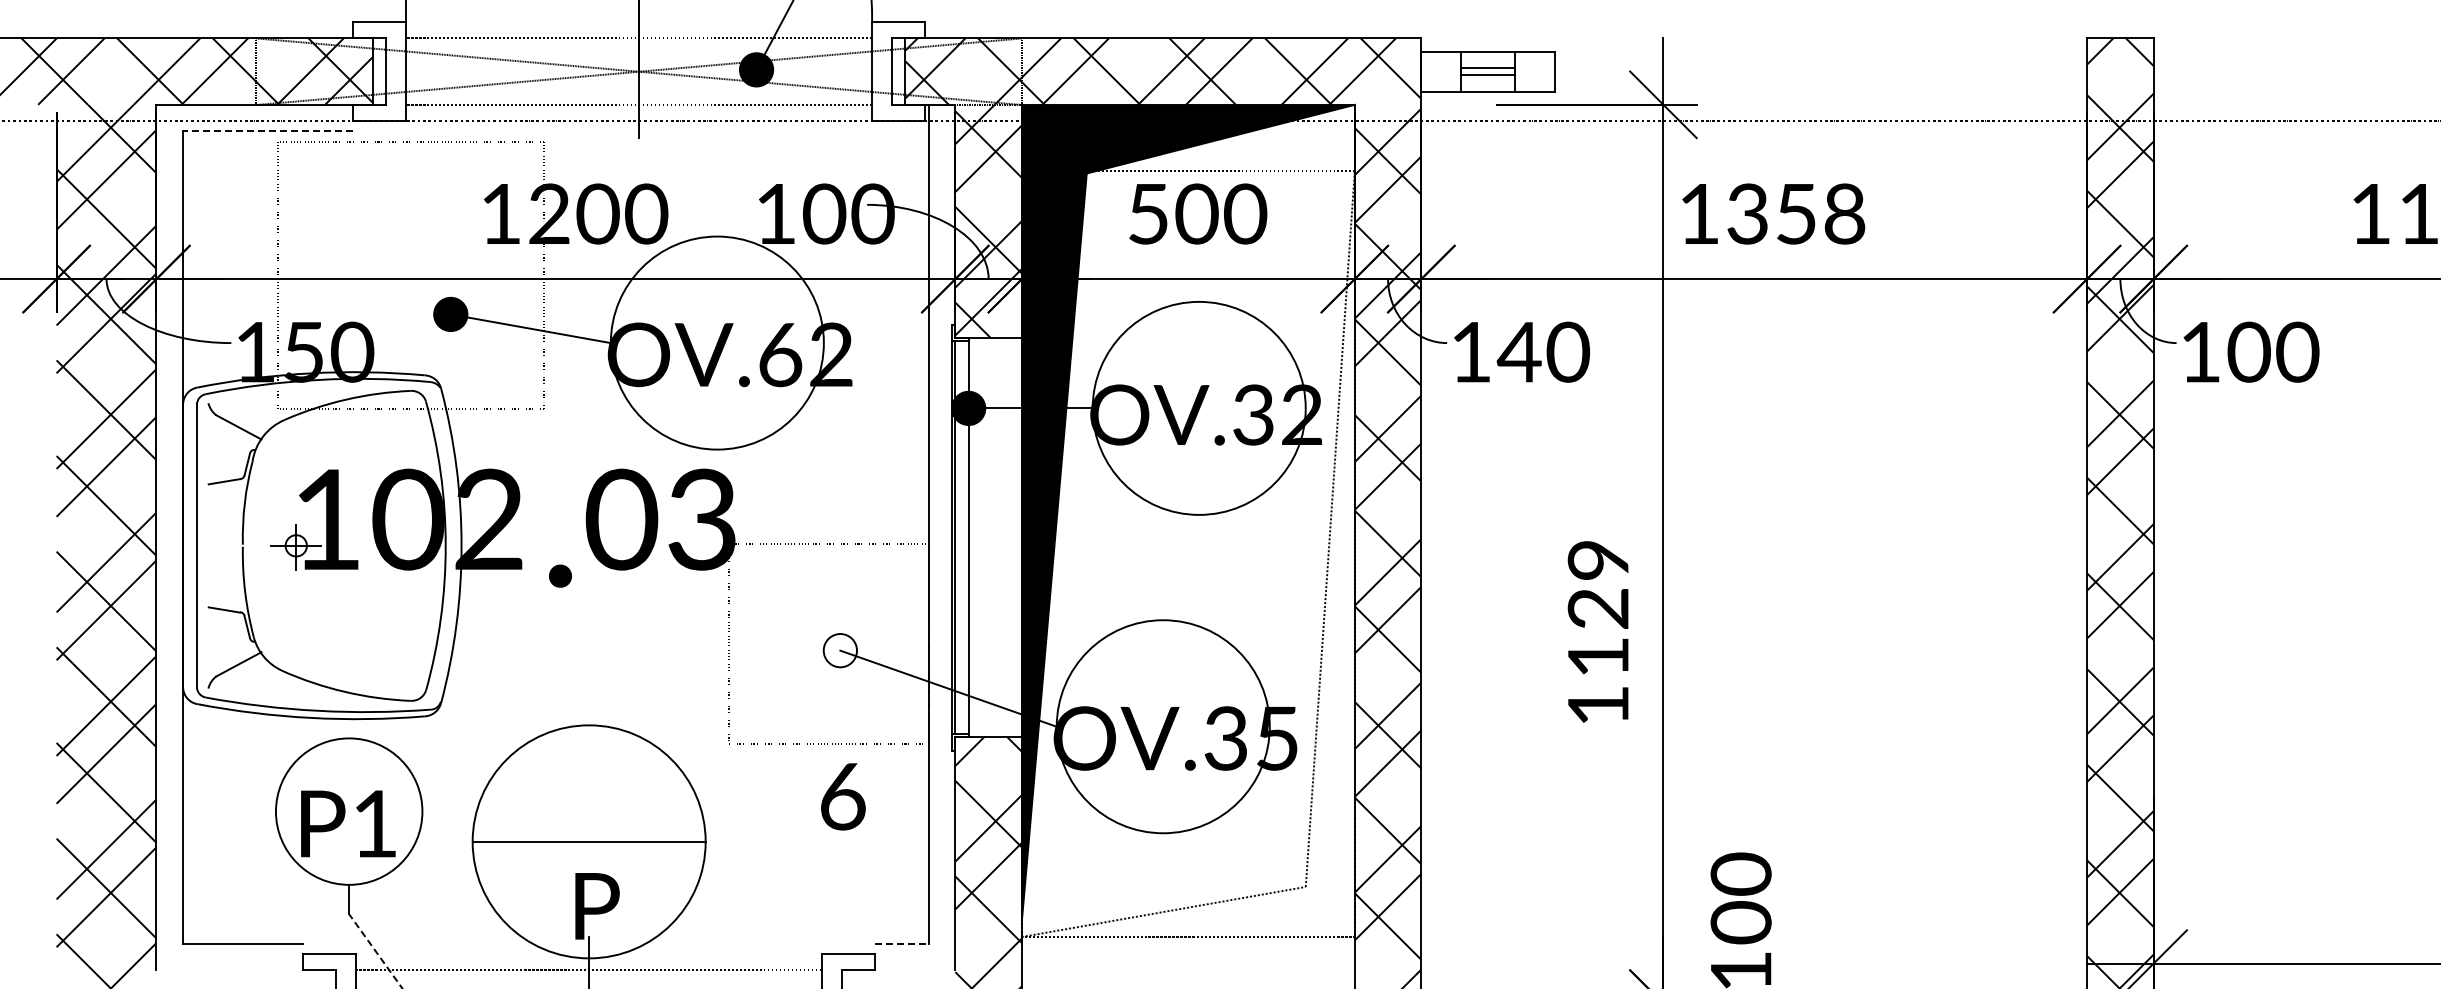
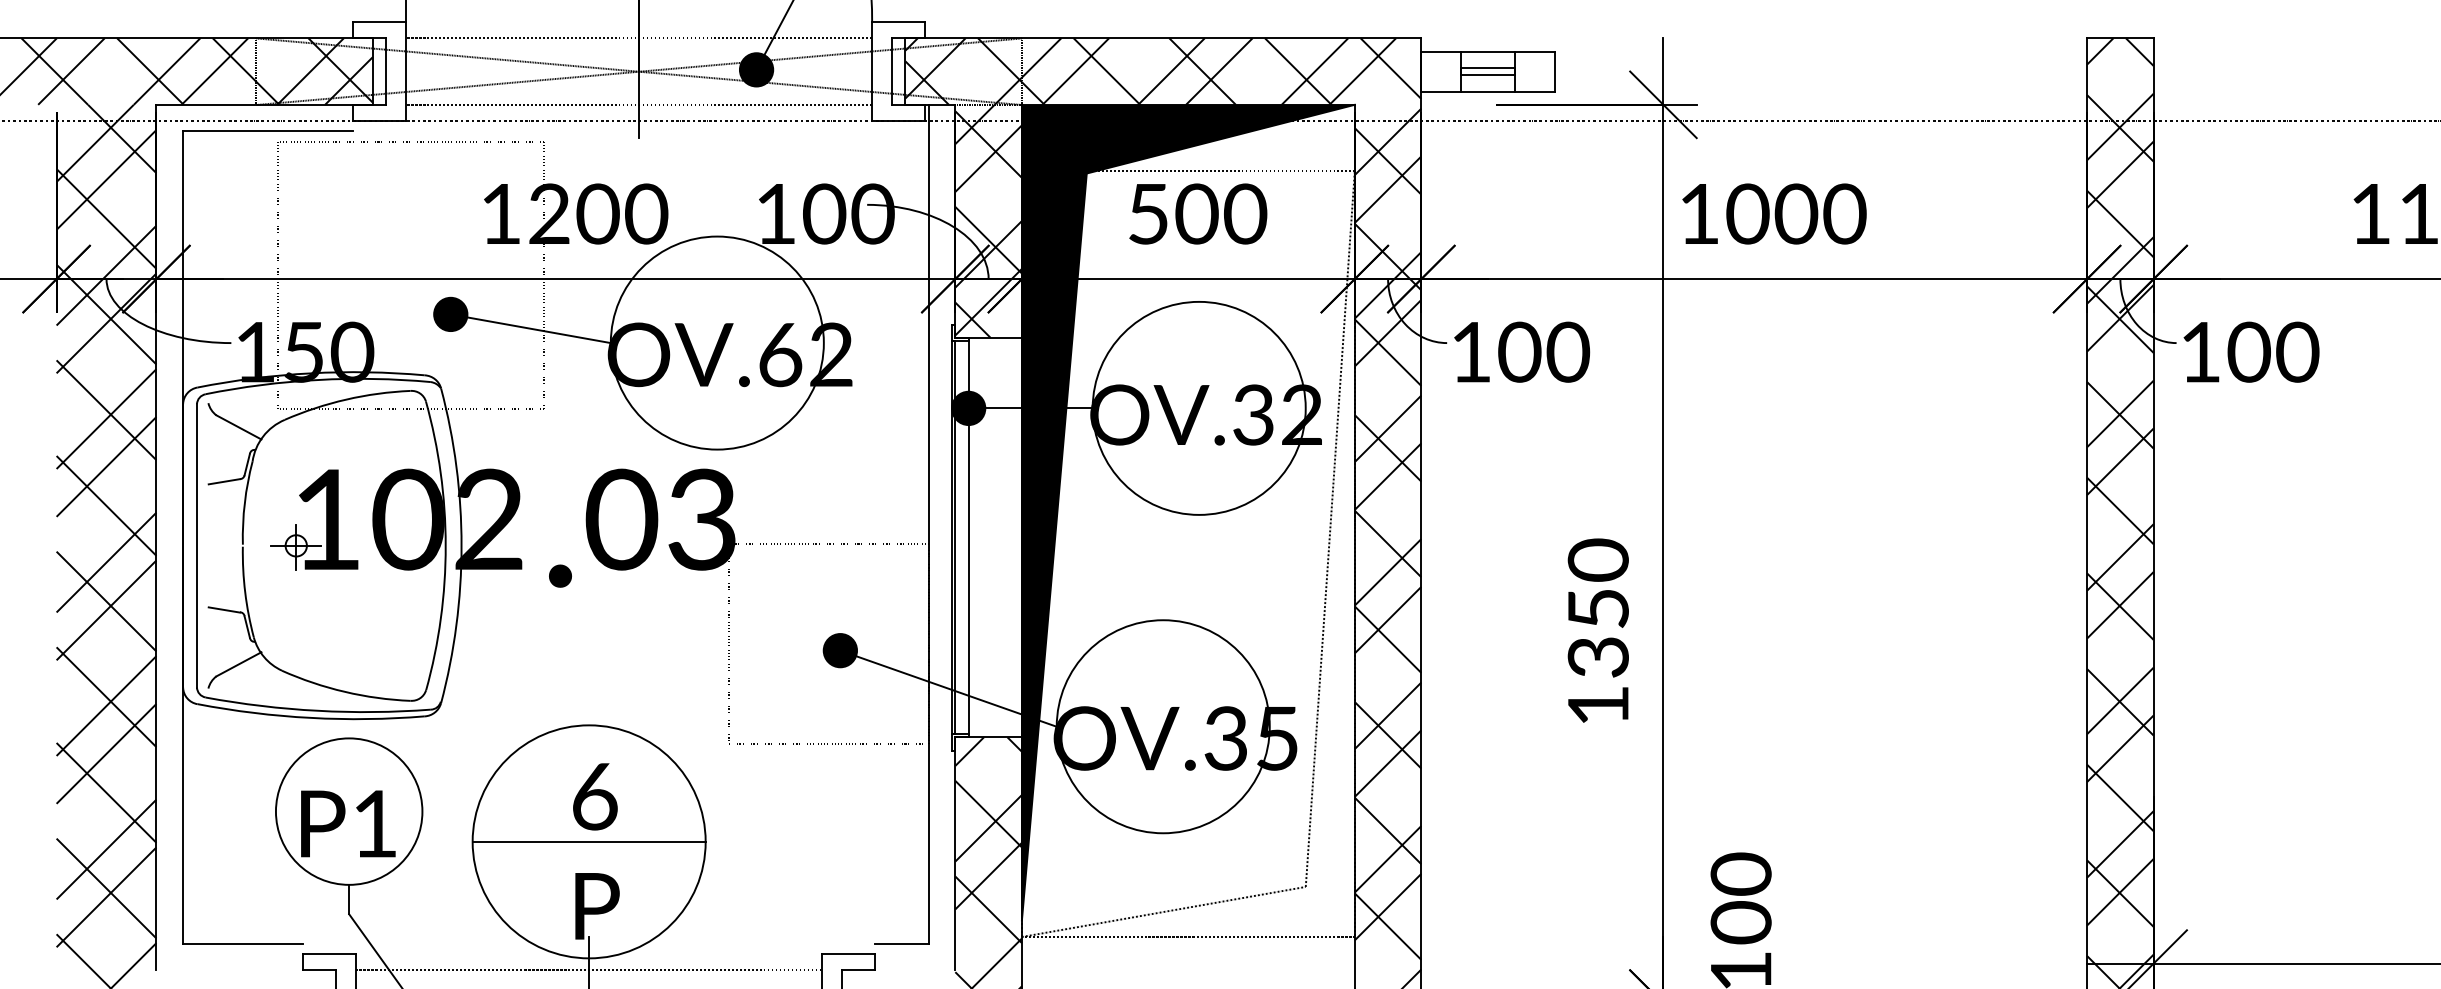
line at (267, 131): dashed -> solid
text at (1796, 213): 1358 -> 1000
text at (1518, 351): 140 -> 100
text at (1597, 607): 1129 -> 1350
fill at (840, 650): none -> present
text at (843, 796) position: (843, 796) -> (595, 796)
line at (902, 943): dashed -> solid
line at (375, 951): dashed -> solid
